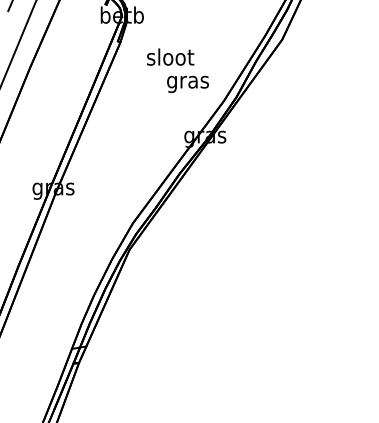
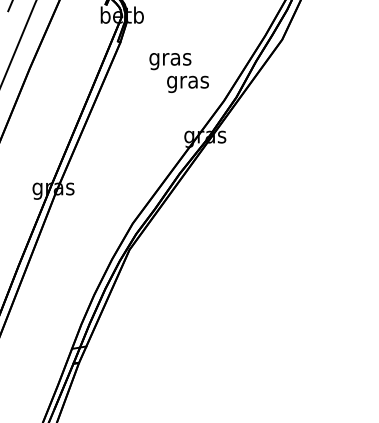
text at (170, 59): sloot -> gras
